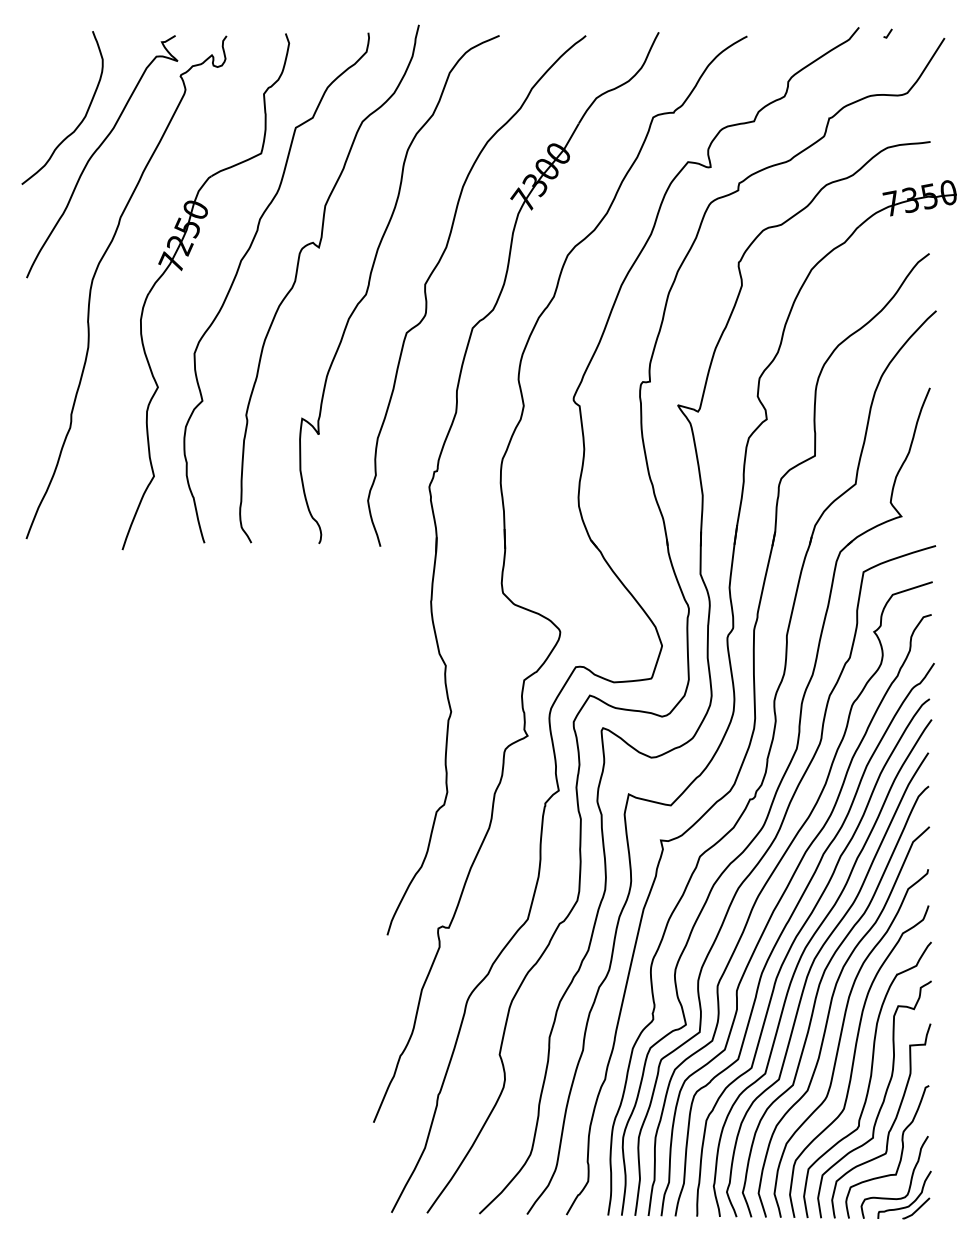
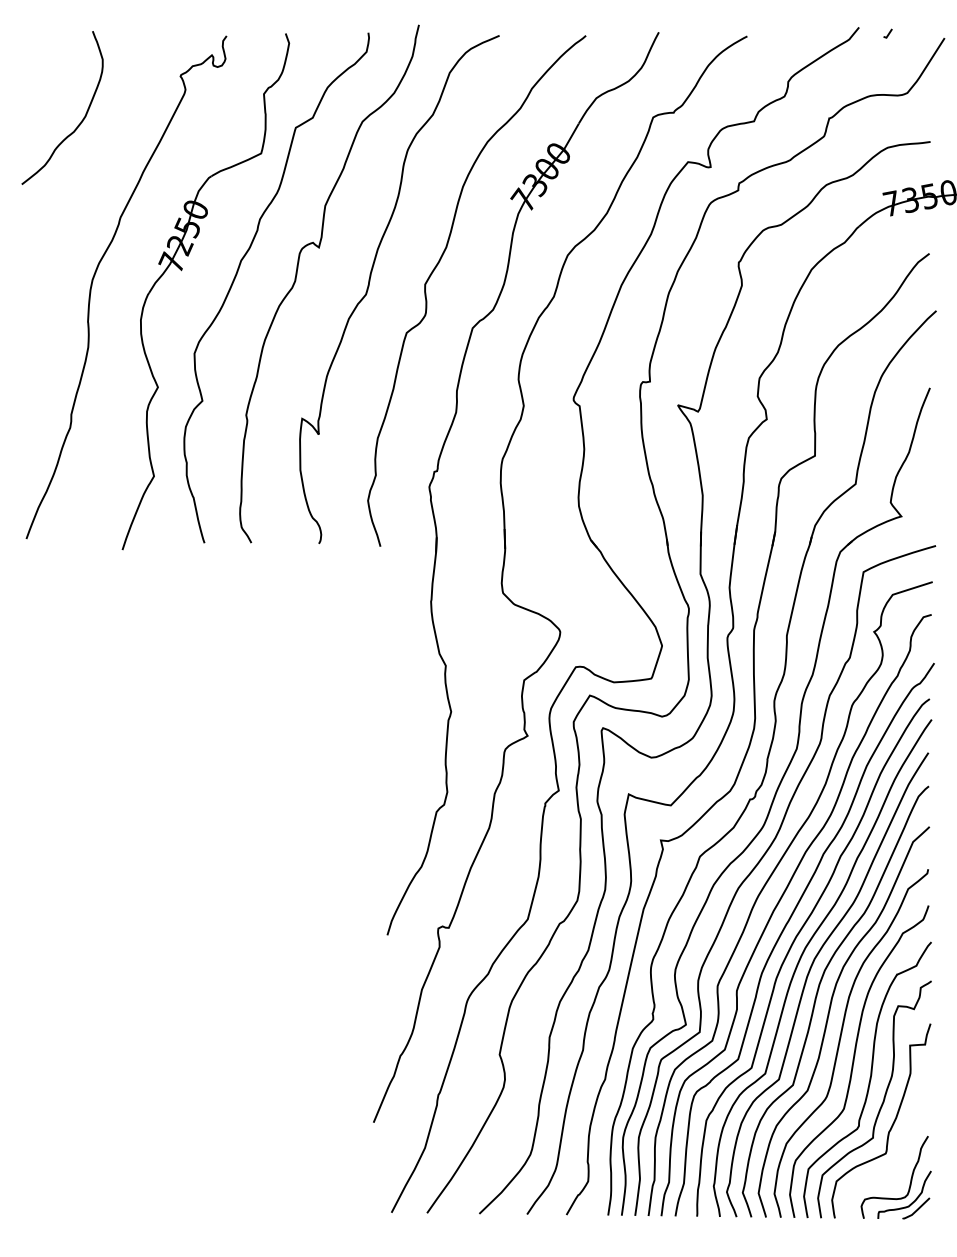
curve at (95, 153): present -> none
curve at (900, 1154): present -> none
